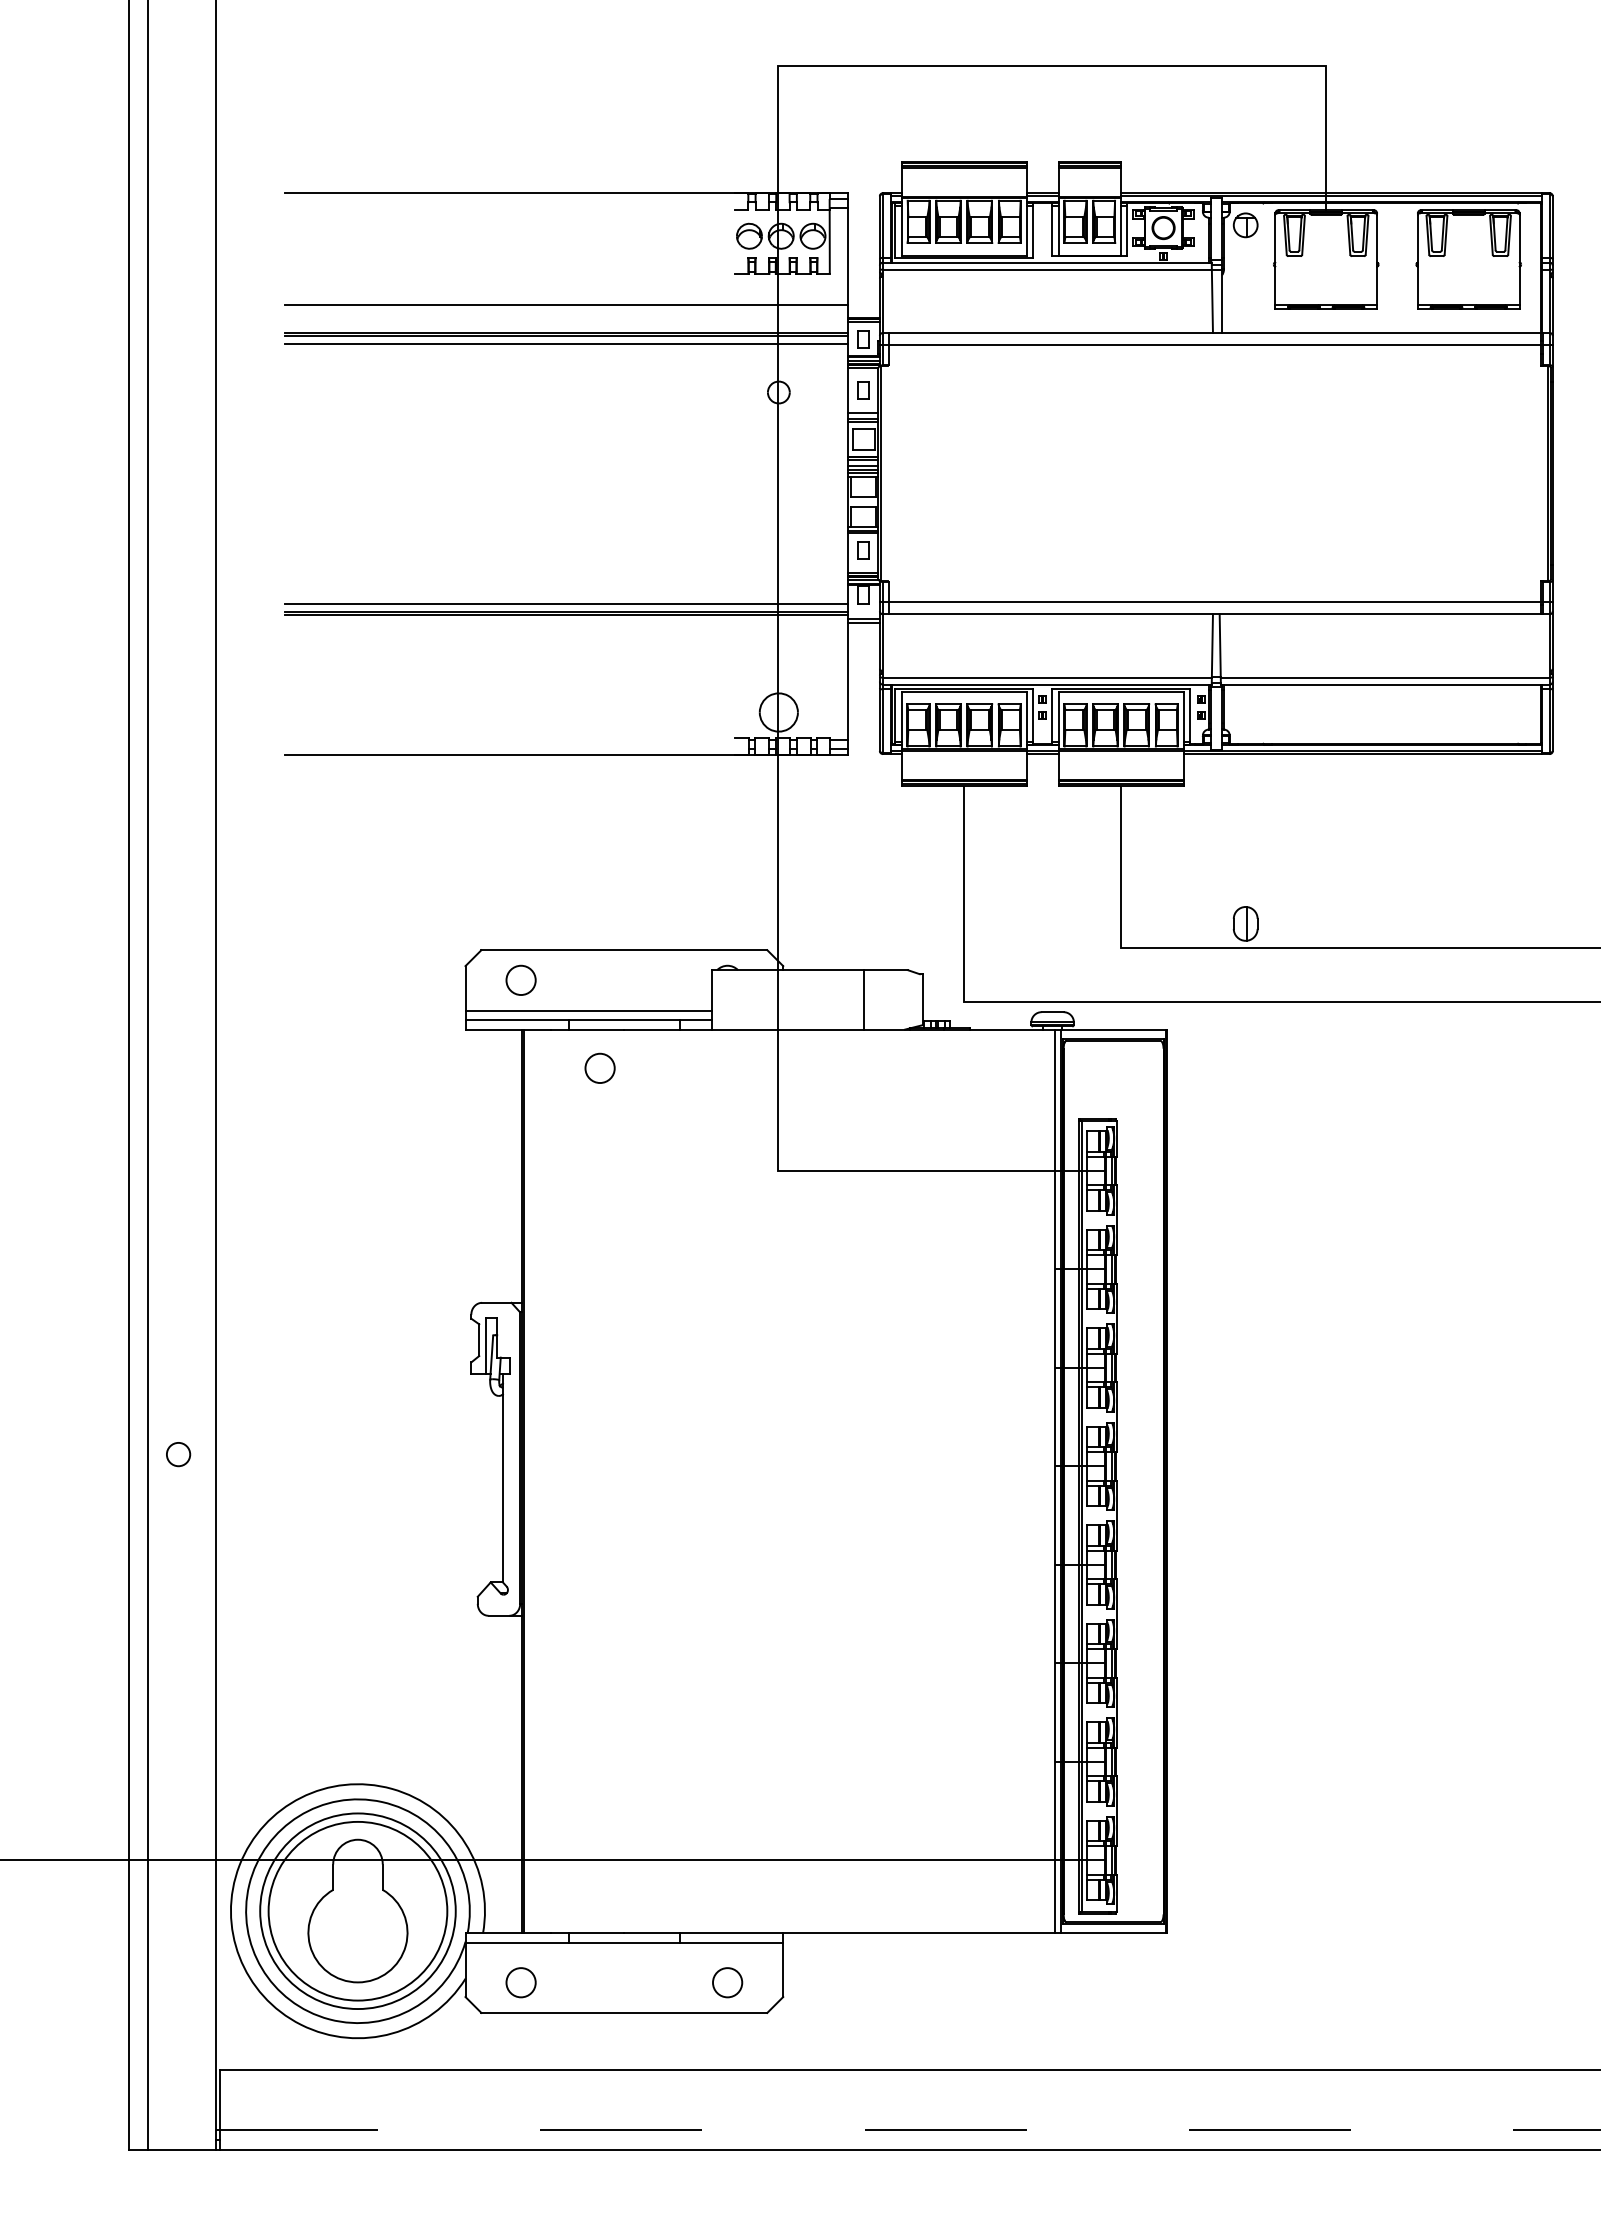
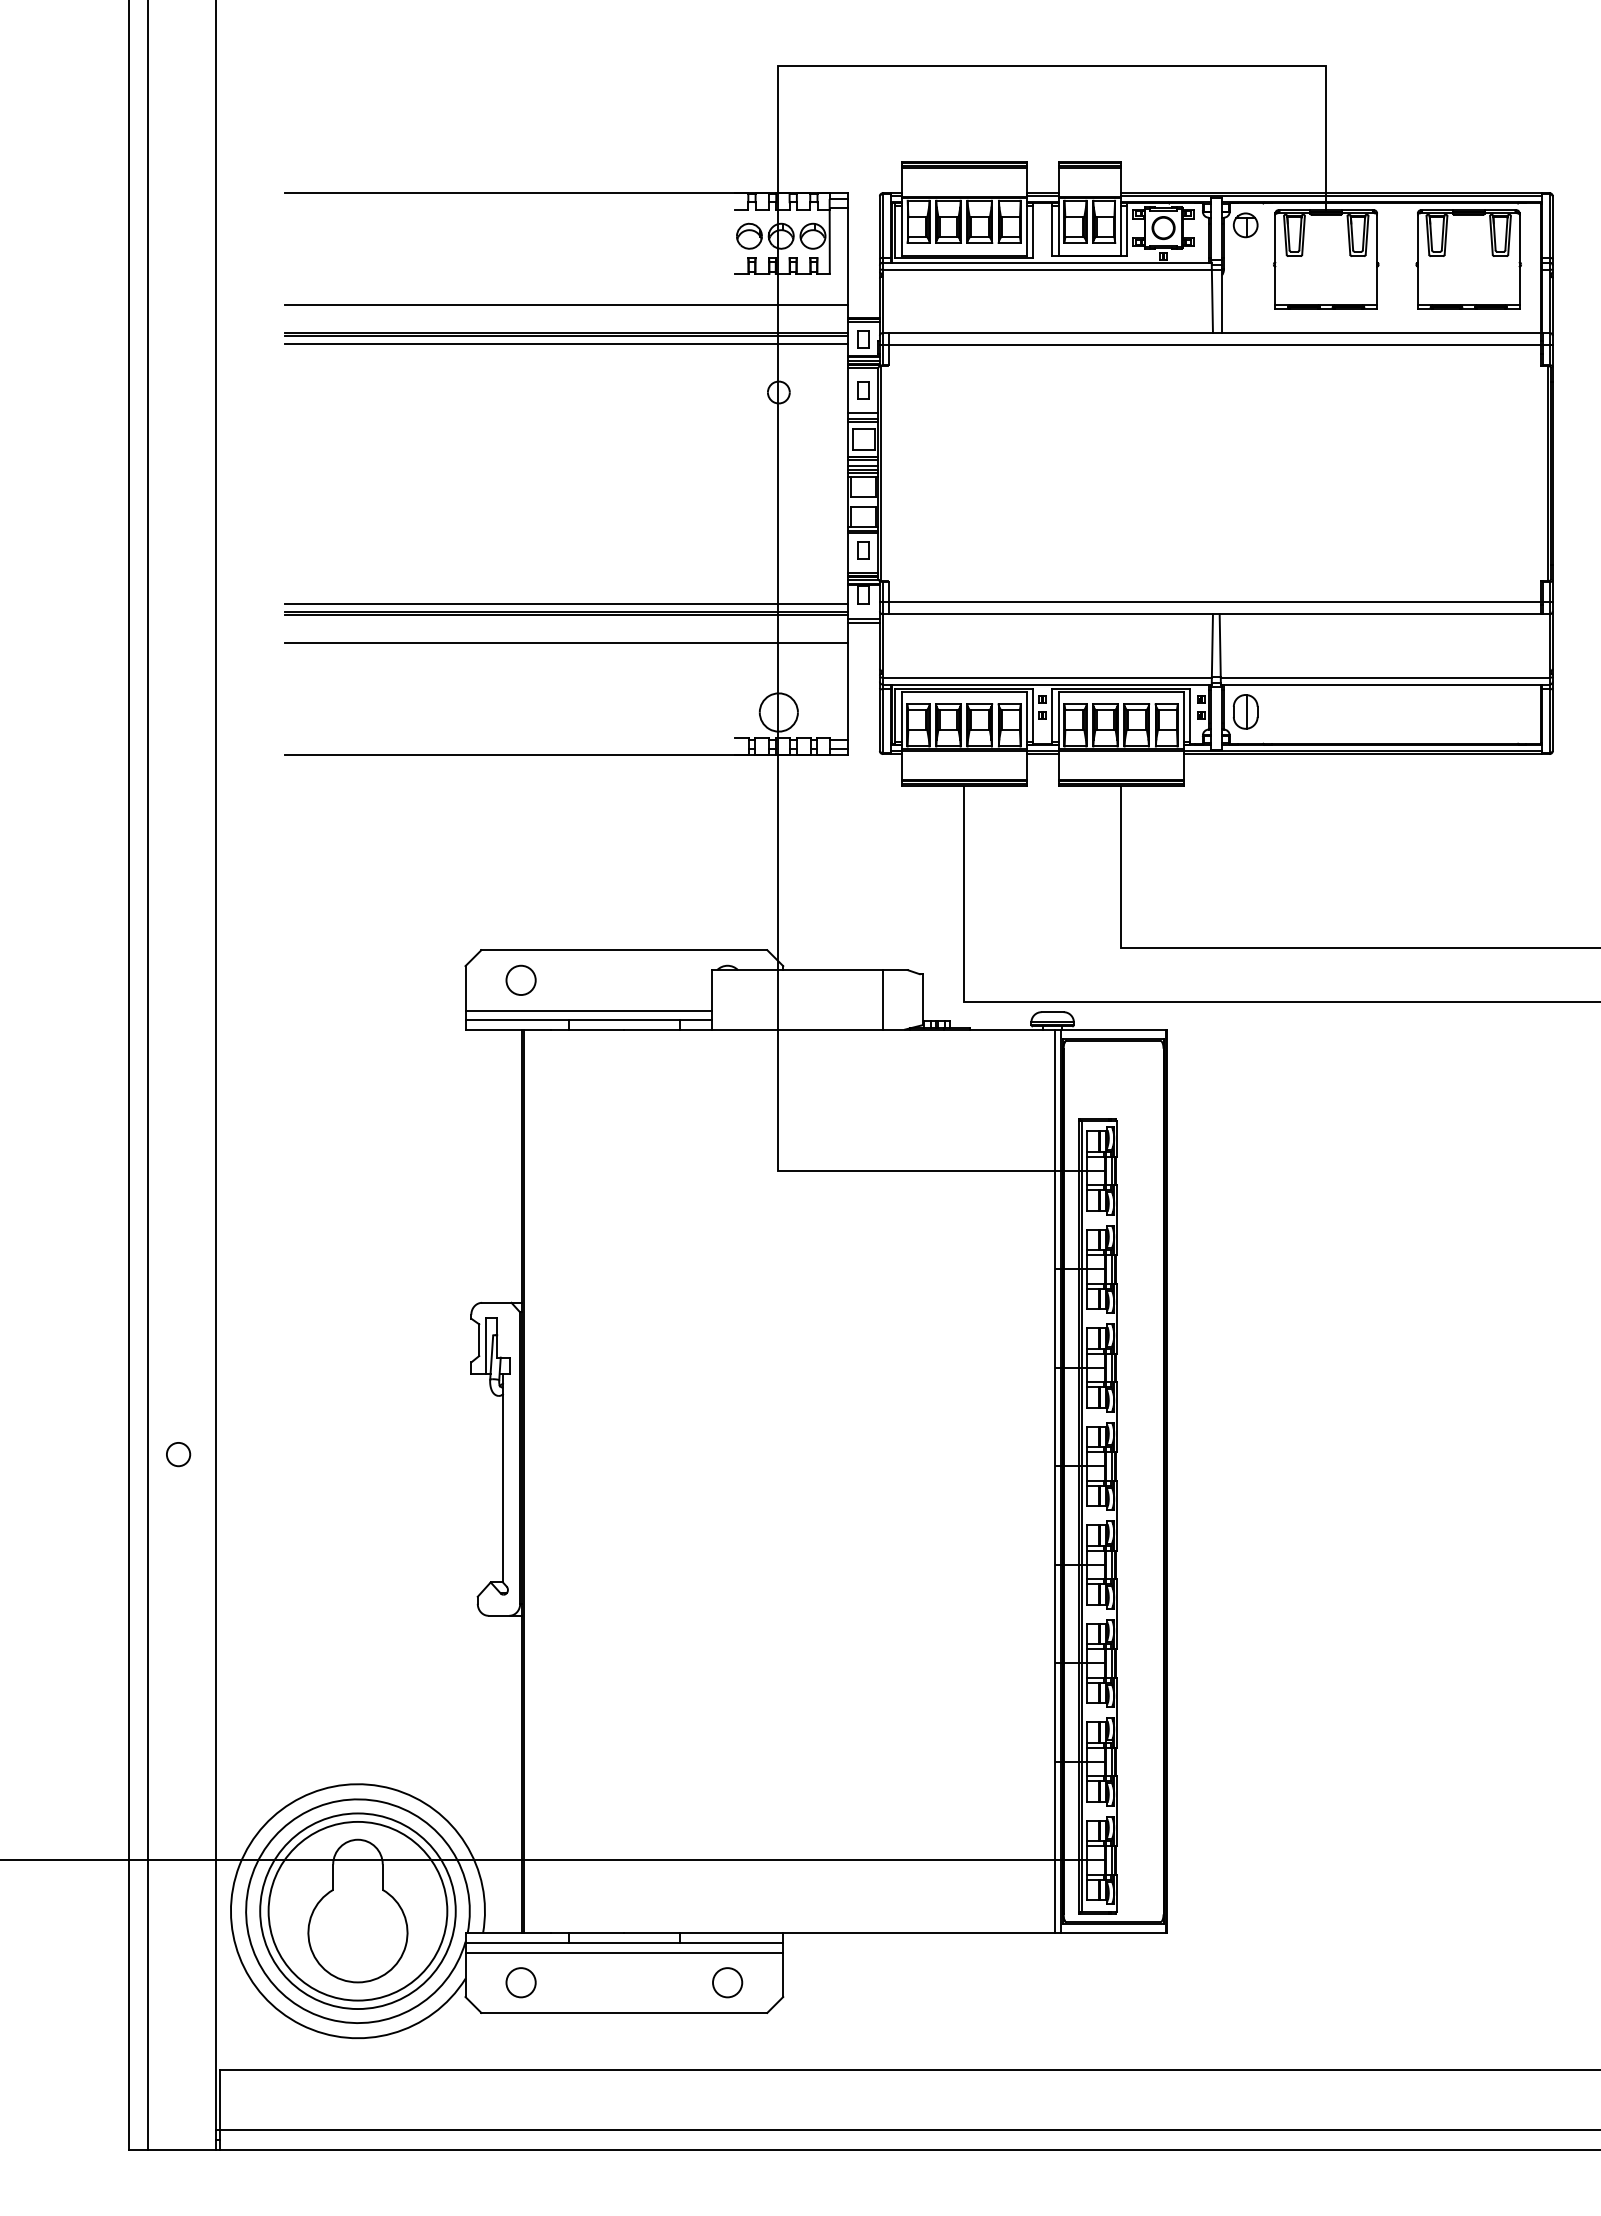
line at (565, 642): none -> present
part at (1245, 923) position: (1245, 923) -> (1245, 711)
line at (863, 999) position: (863, 999) -> (882, 999)
circle at (599, 1067): present -> none
line at (624, 1952): none -> present
line at (908, 2129): dashed -> solid
